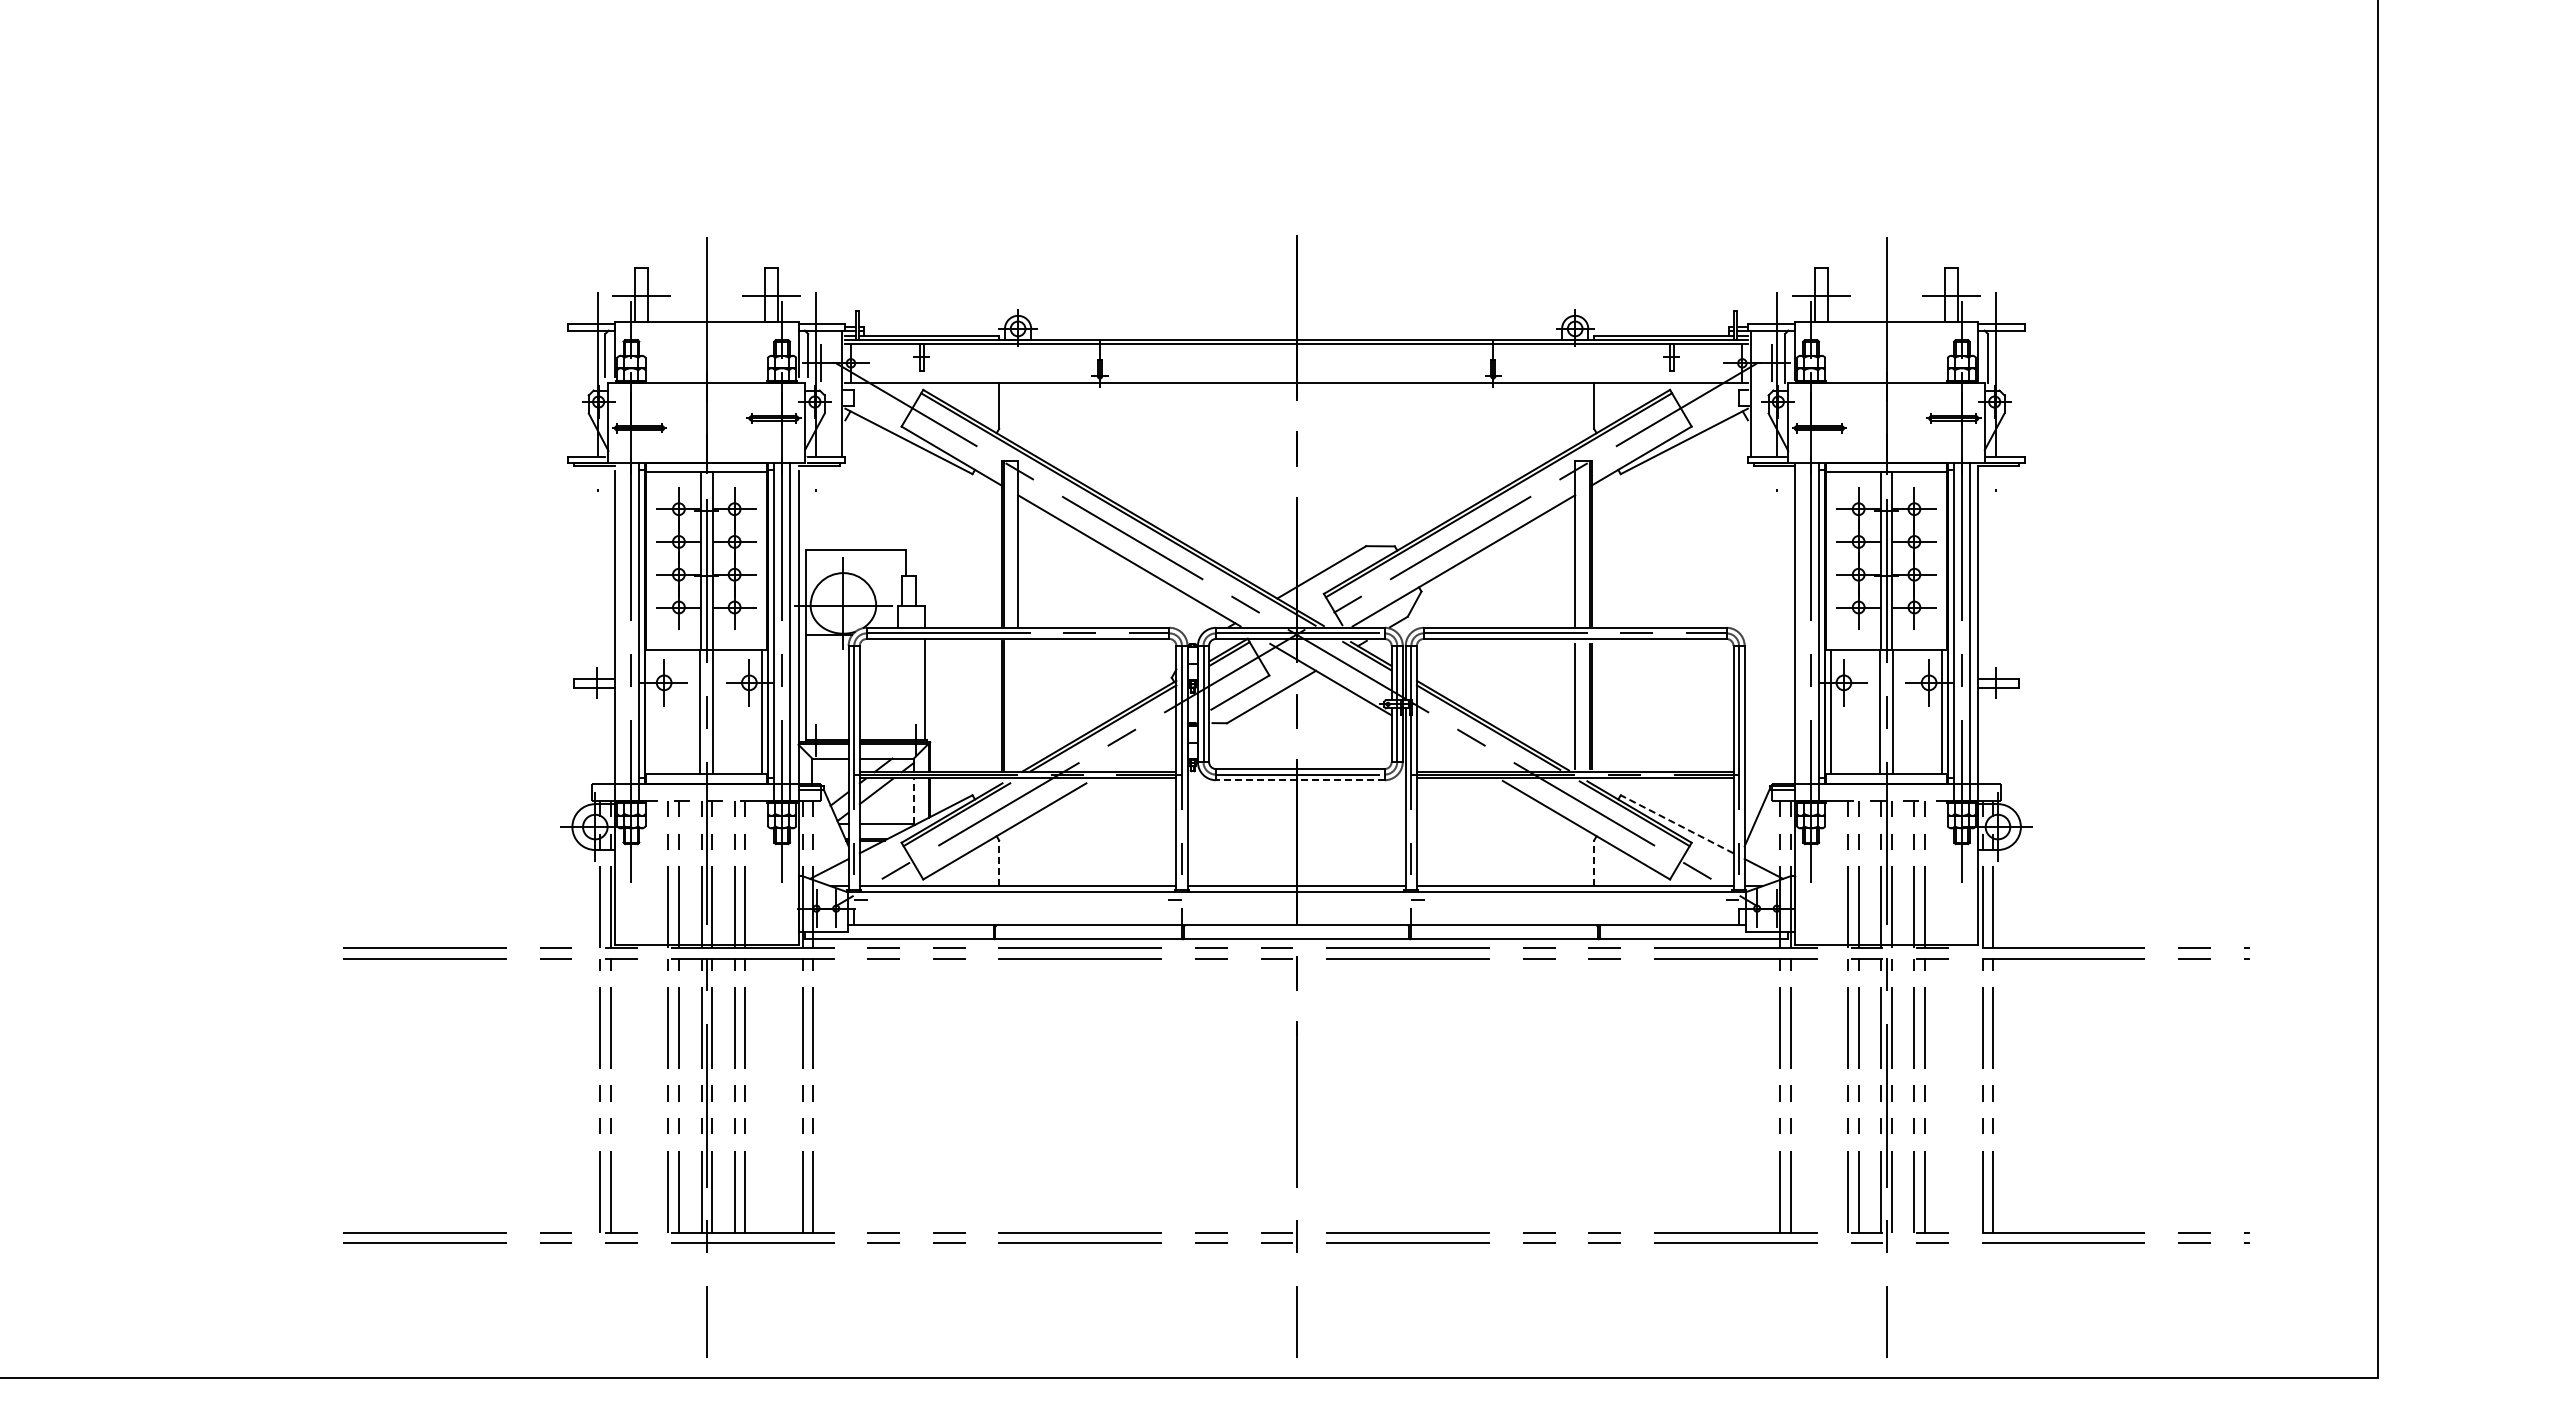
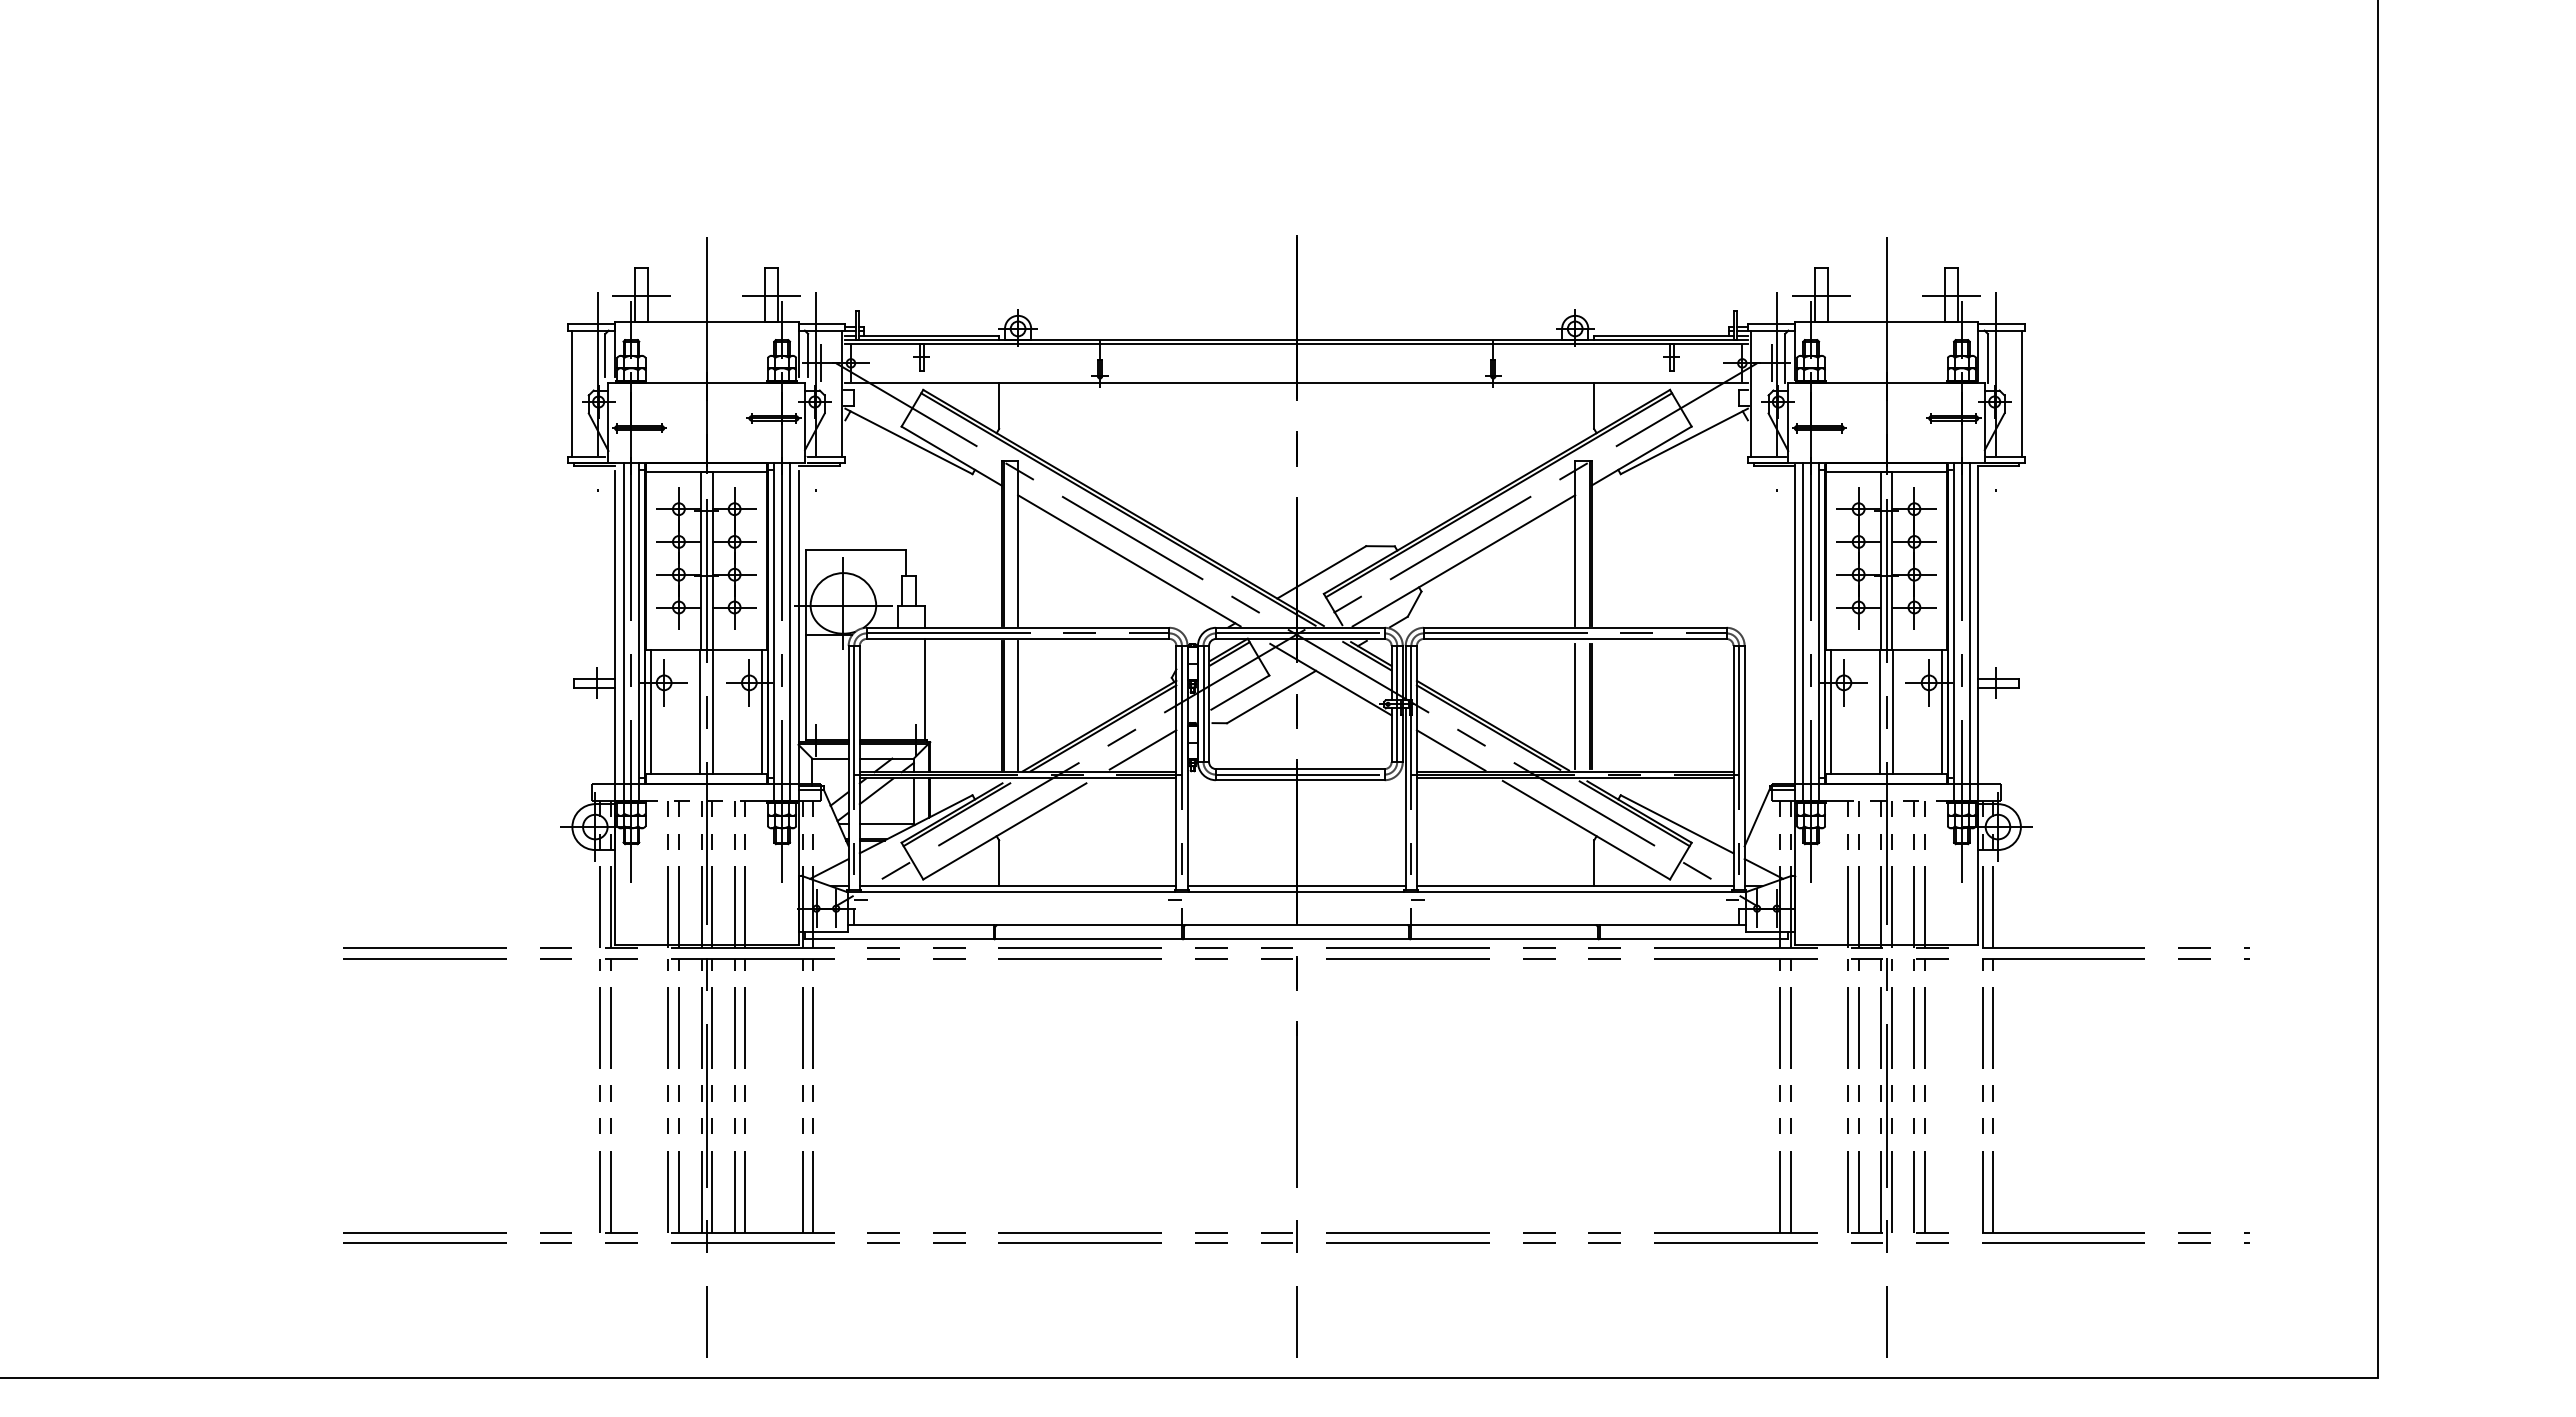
line at (571, 393): none -> present
line at (2021, 393): none -> present
line at (623, 631): none -> present
line at (1803, 631): none -> present
line at (1018, 704): none -> present
line at (651, 711): none -> present
line at (1142, 749): none -> present
line at (1450, 750): none -> present
line at (1299, 780): dashed -> solid
line at (913, 801): dashed -> solid
line at (1676, 824): dashed -> solid
line at (999, 863): dashed -> solid
line at (1594, 863): dashed -> solid
